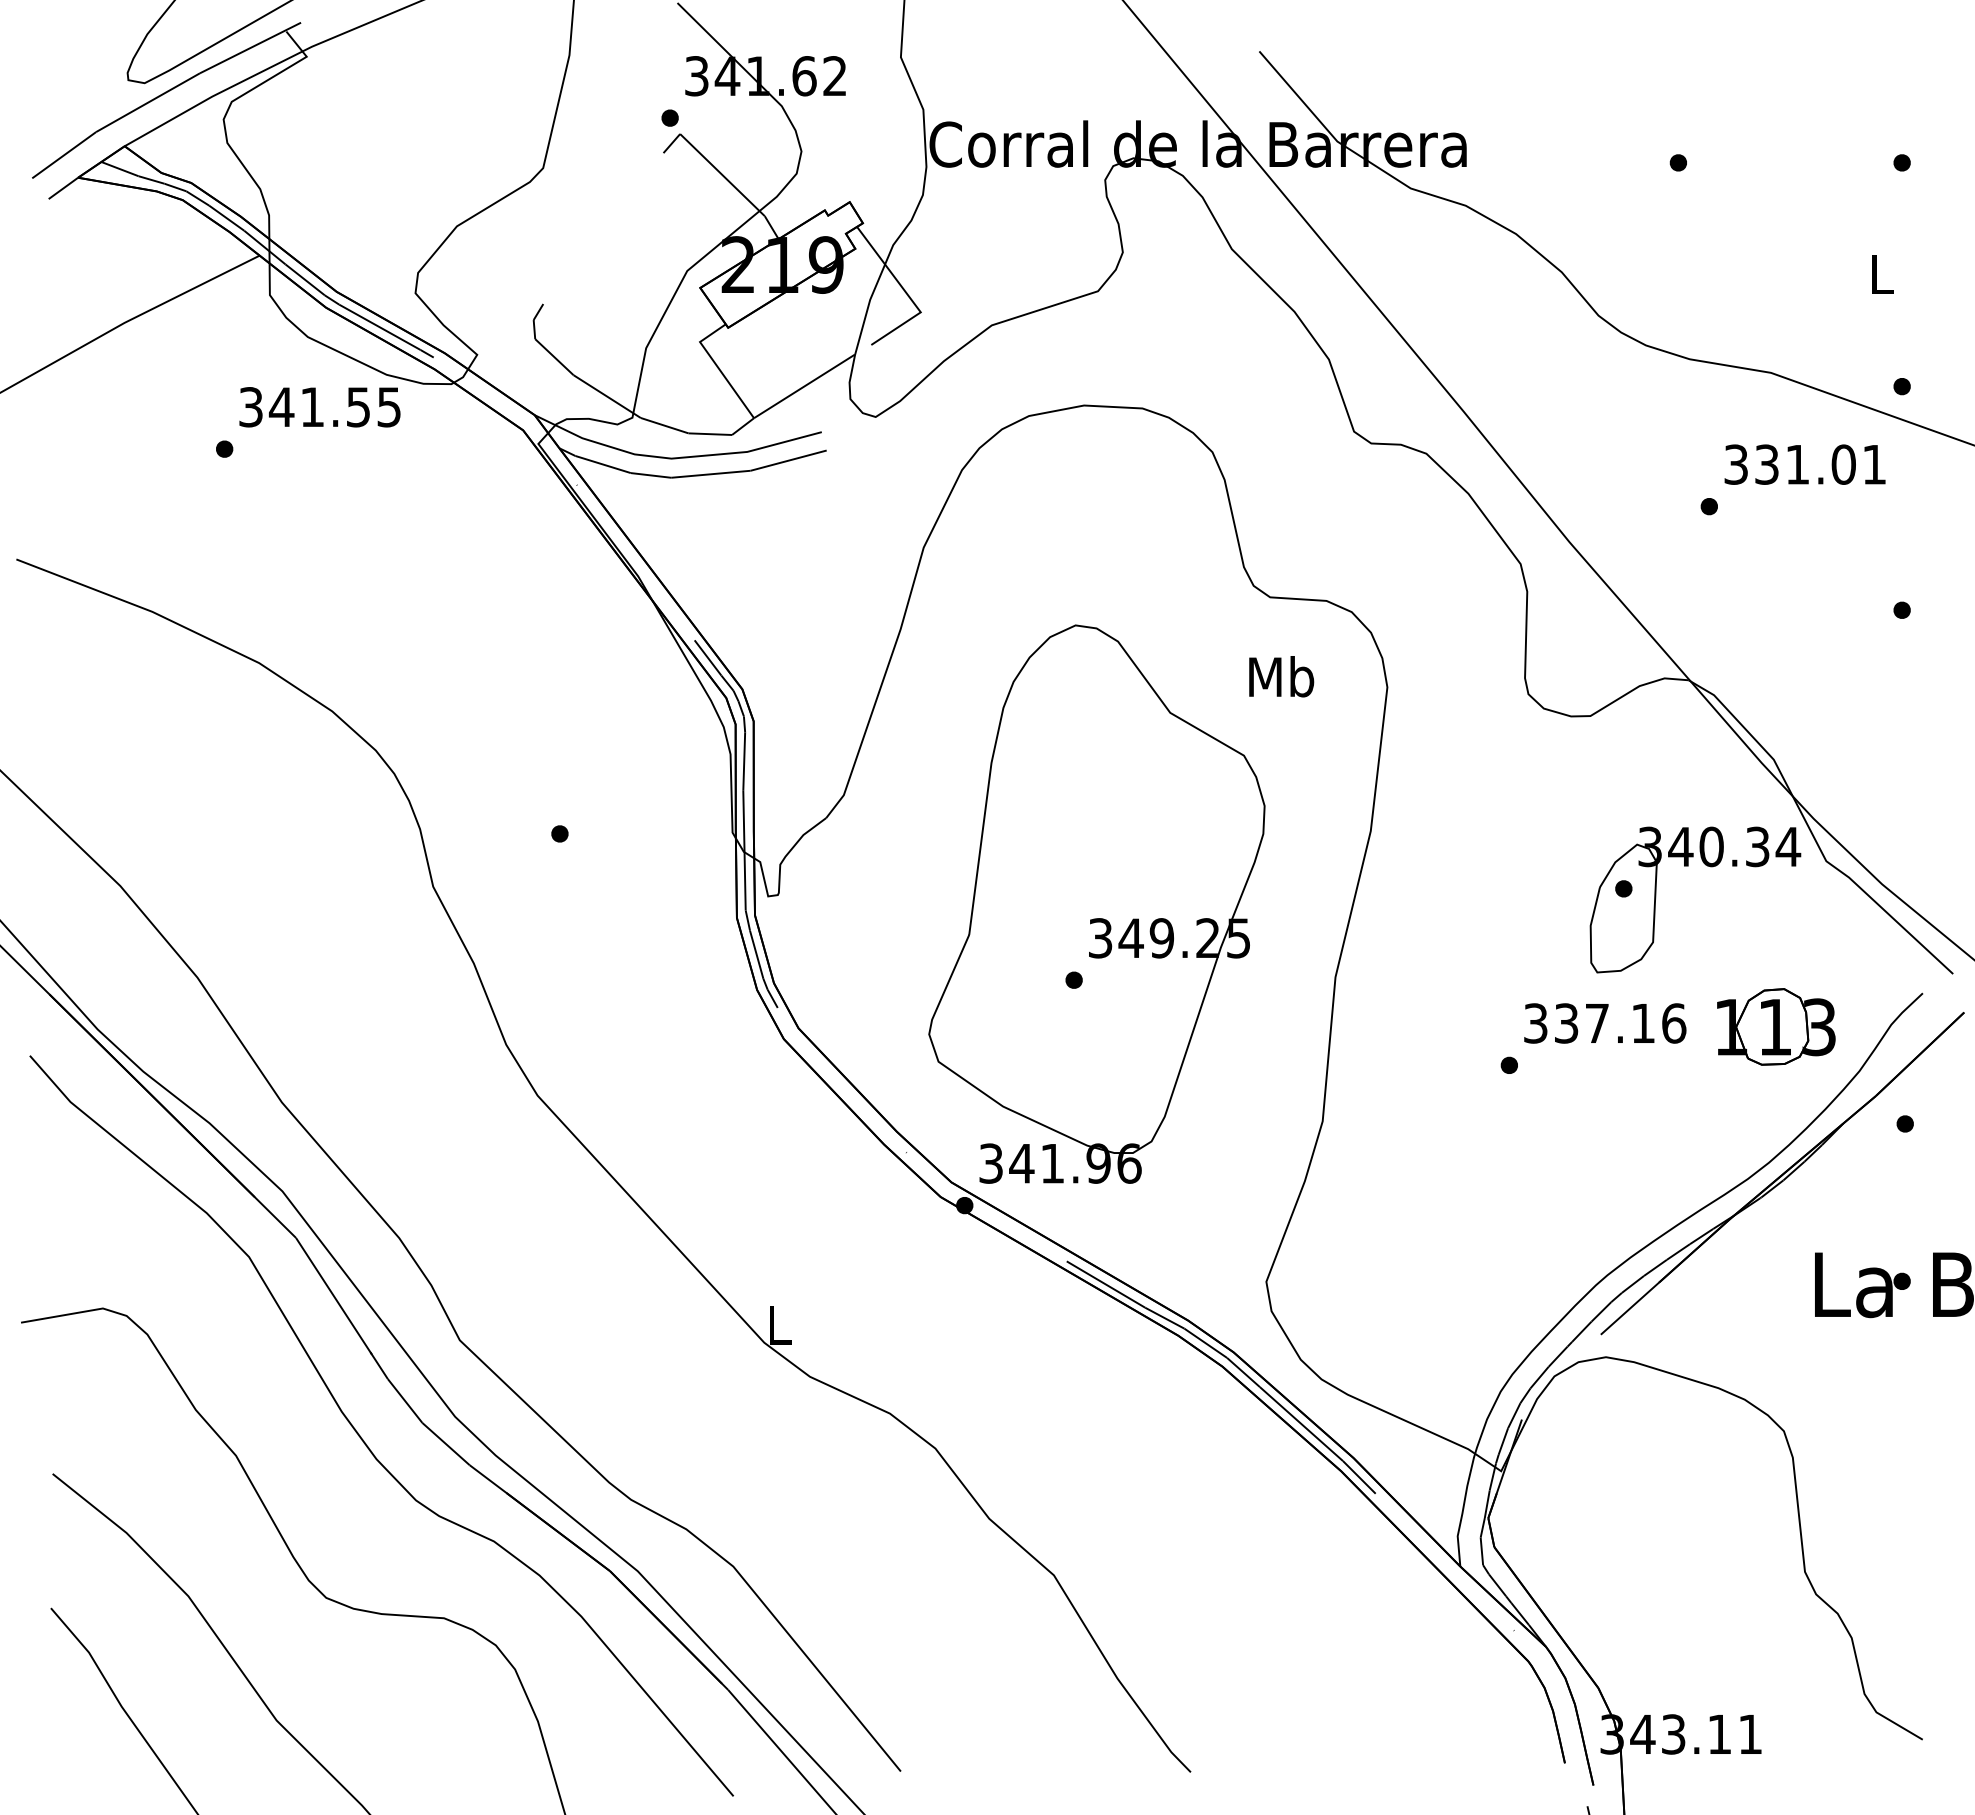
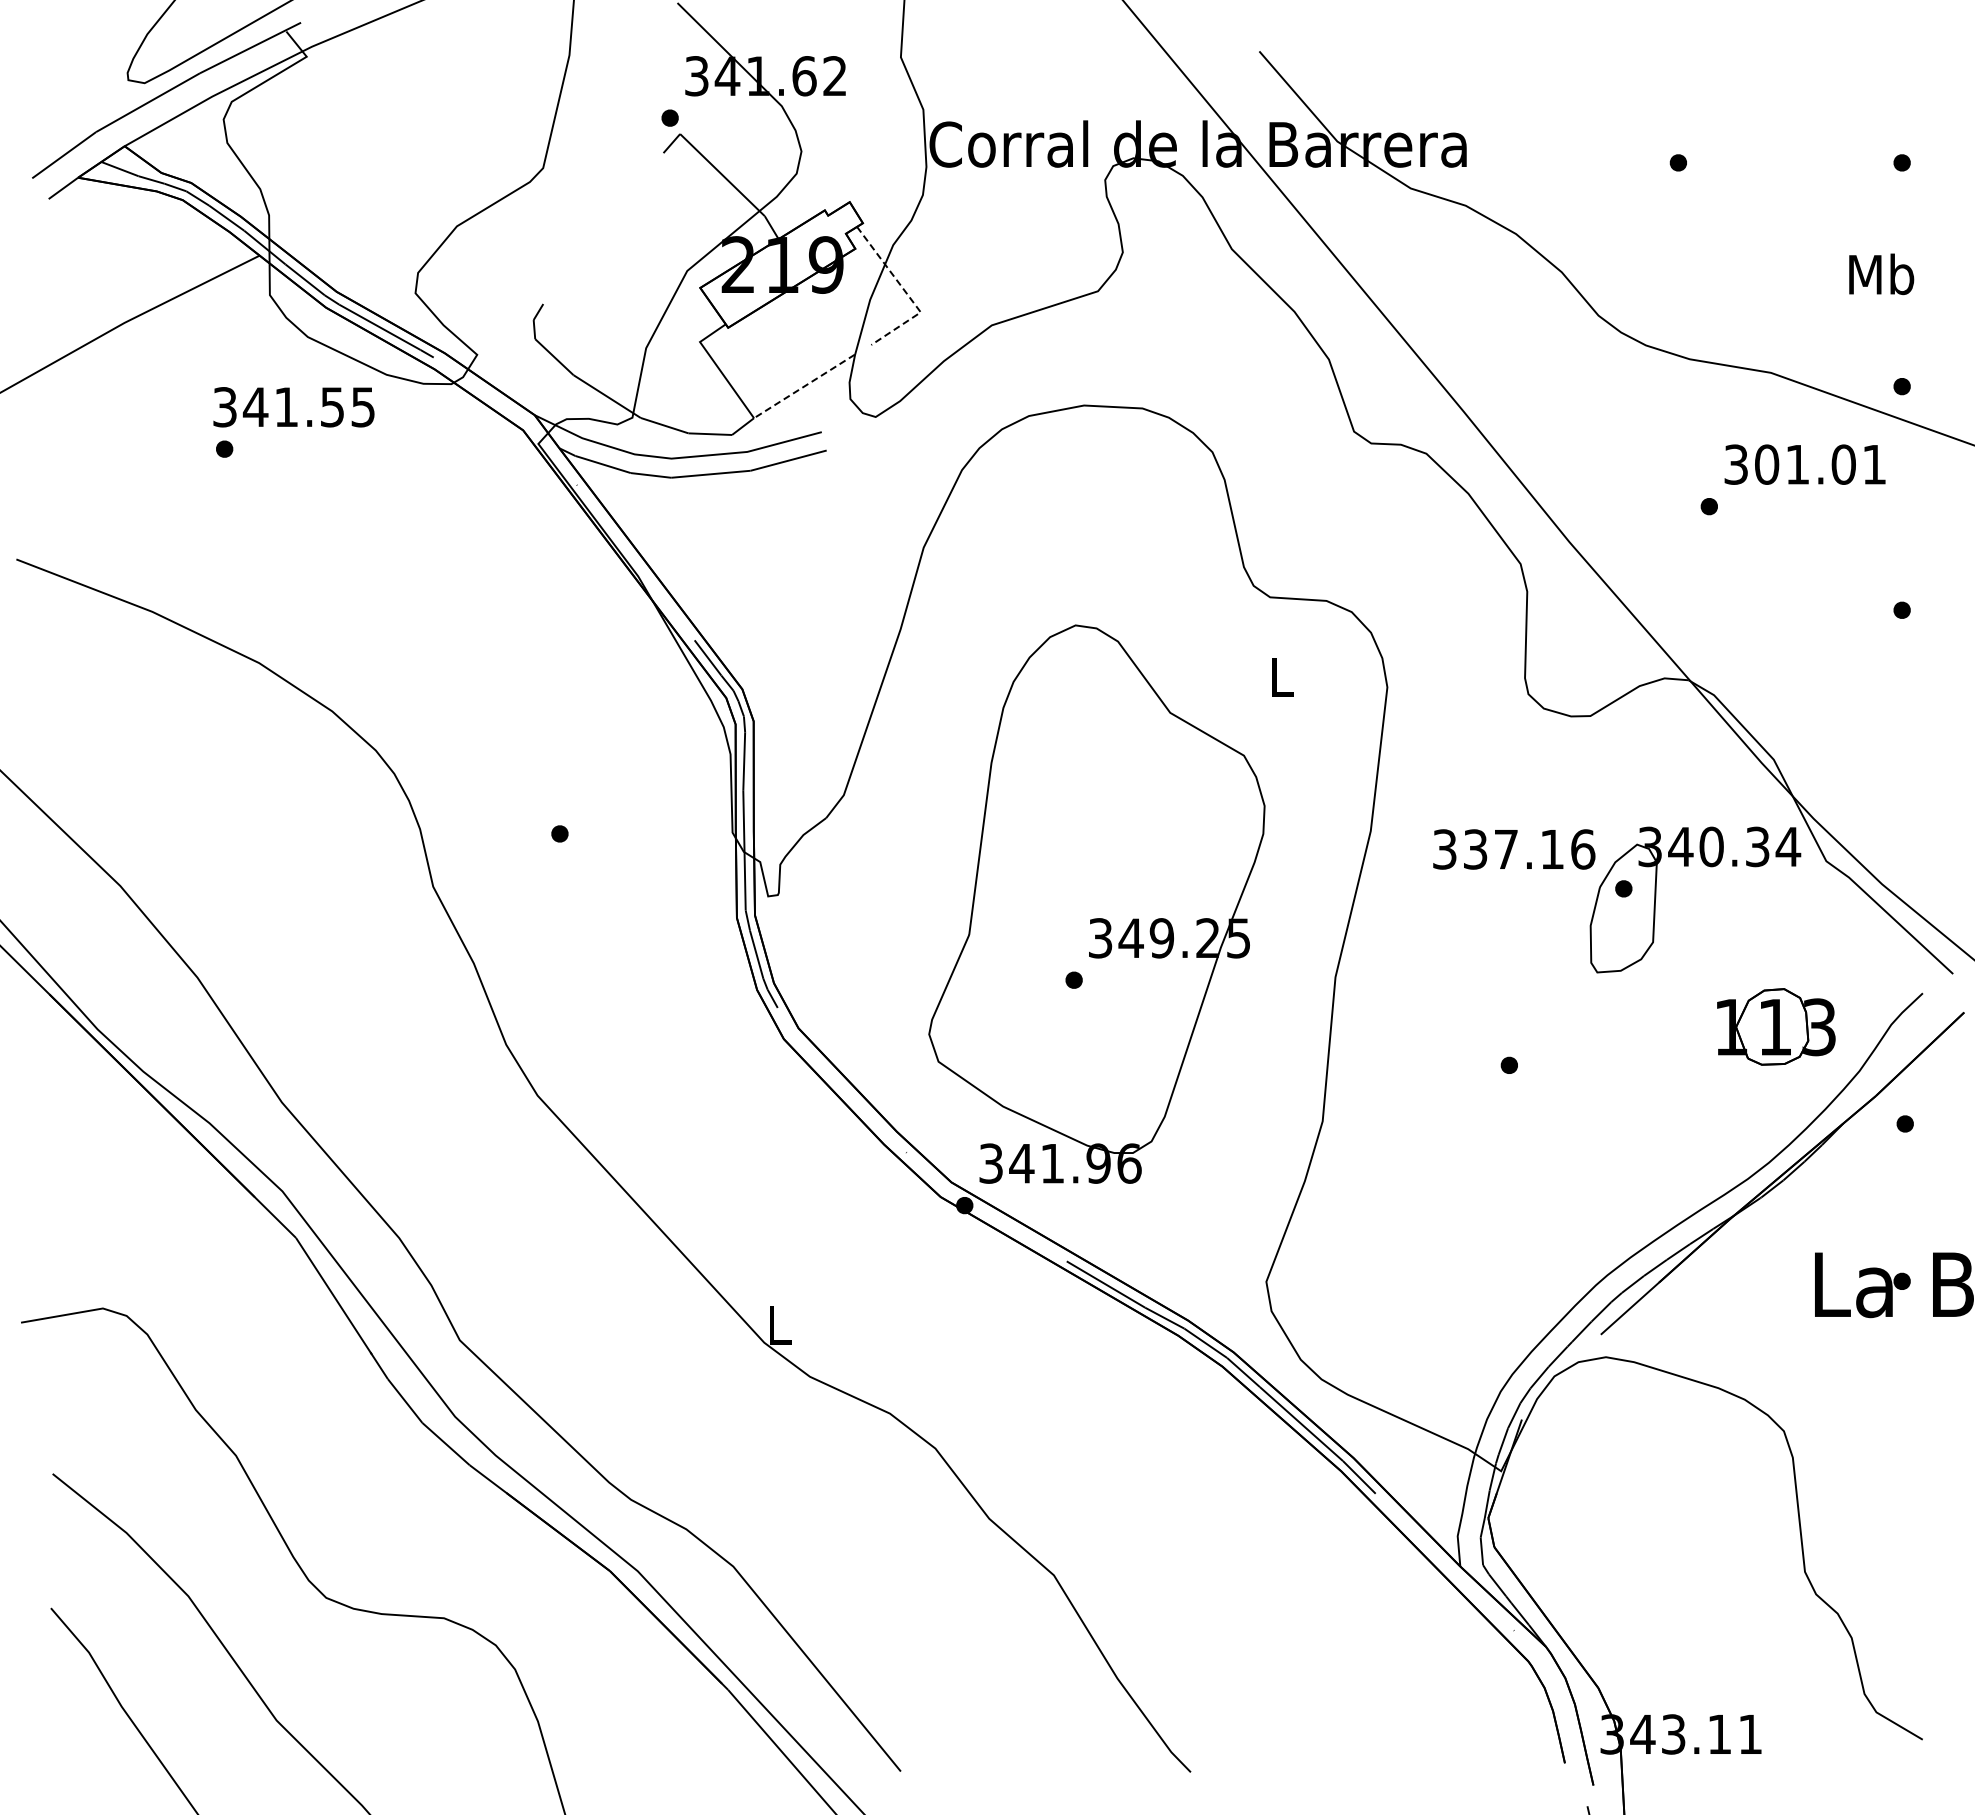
text at (1881, 274): L -> Mb
line at (907, 293): solid -> dashed
line at (804, 386): solid -> dashed
text at (319, 407) position: (319, 407) -> (293, 407)
text at (1767, 464): 331.01 -> 301.01
text at (1281, 676): Mb -> L
text at (1605, 1023) position: (1605, 1023) -> (1514, 849)
curve at (363, 1439): present -> none
